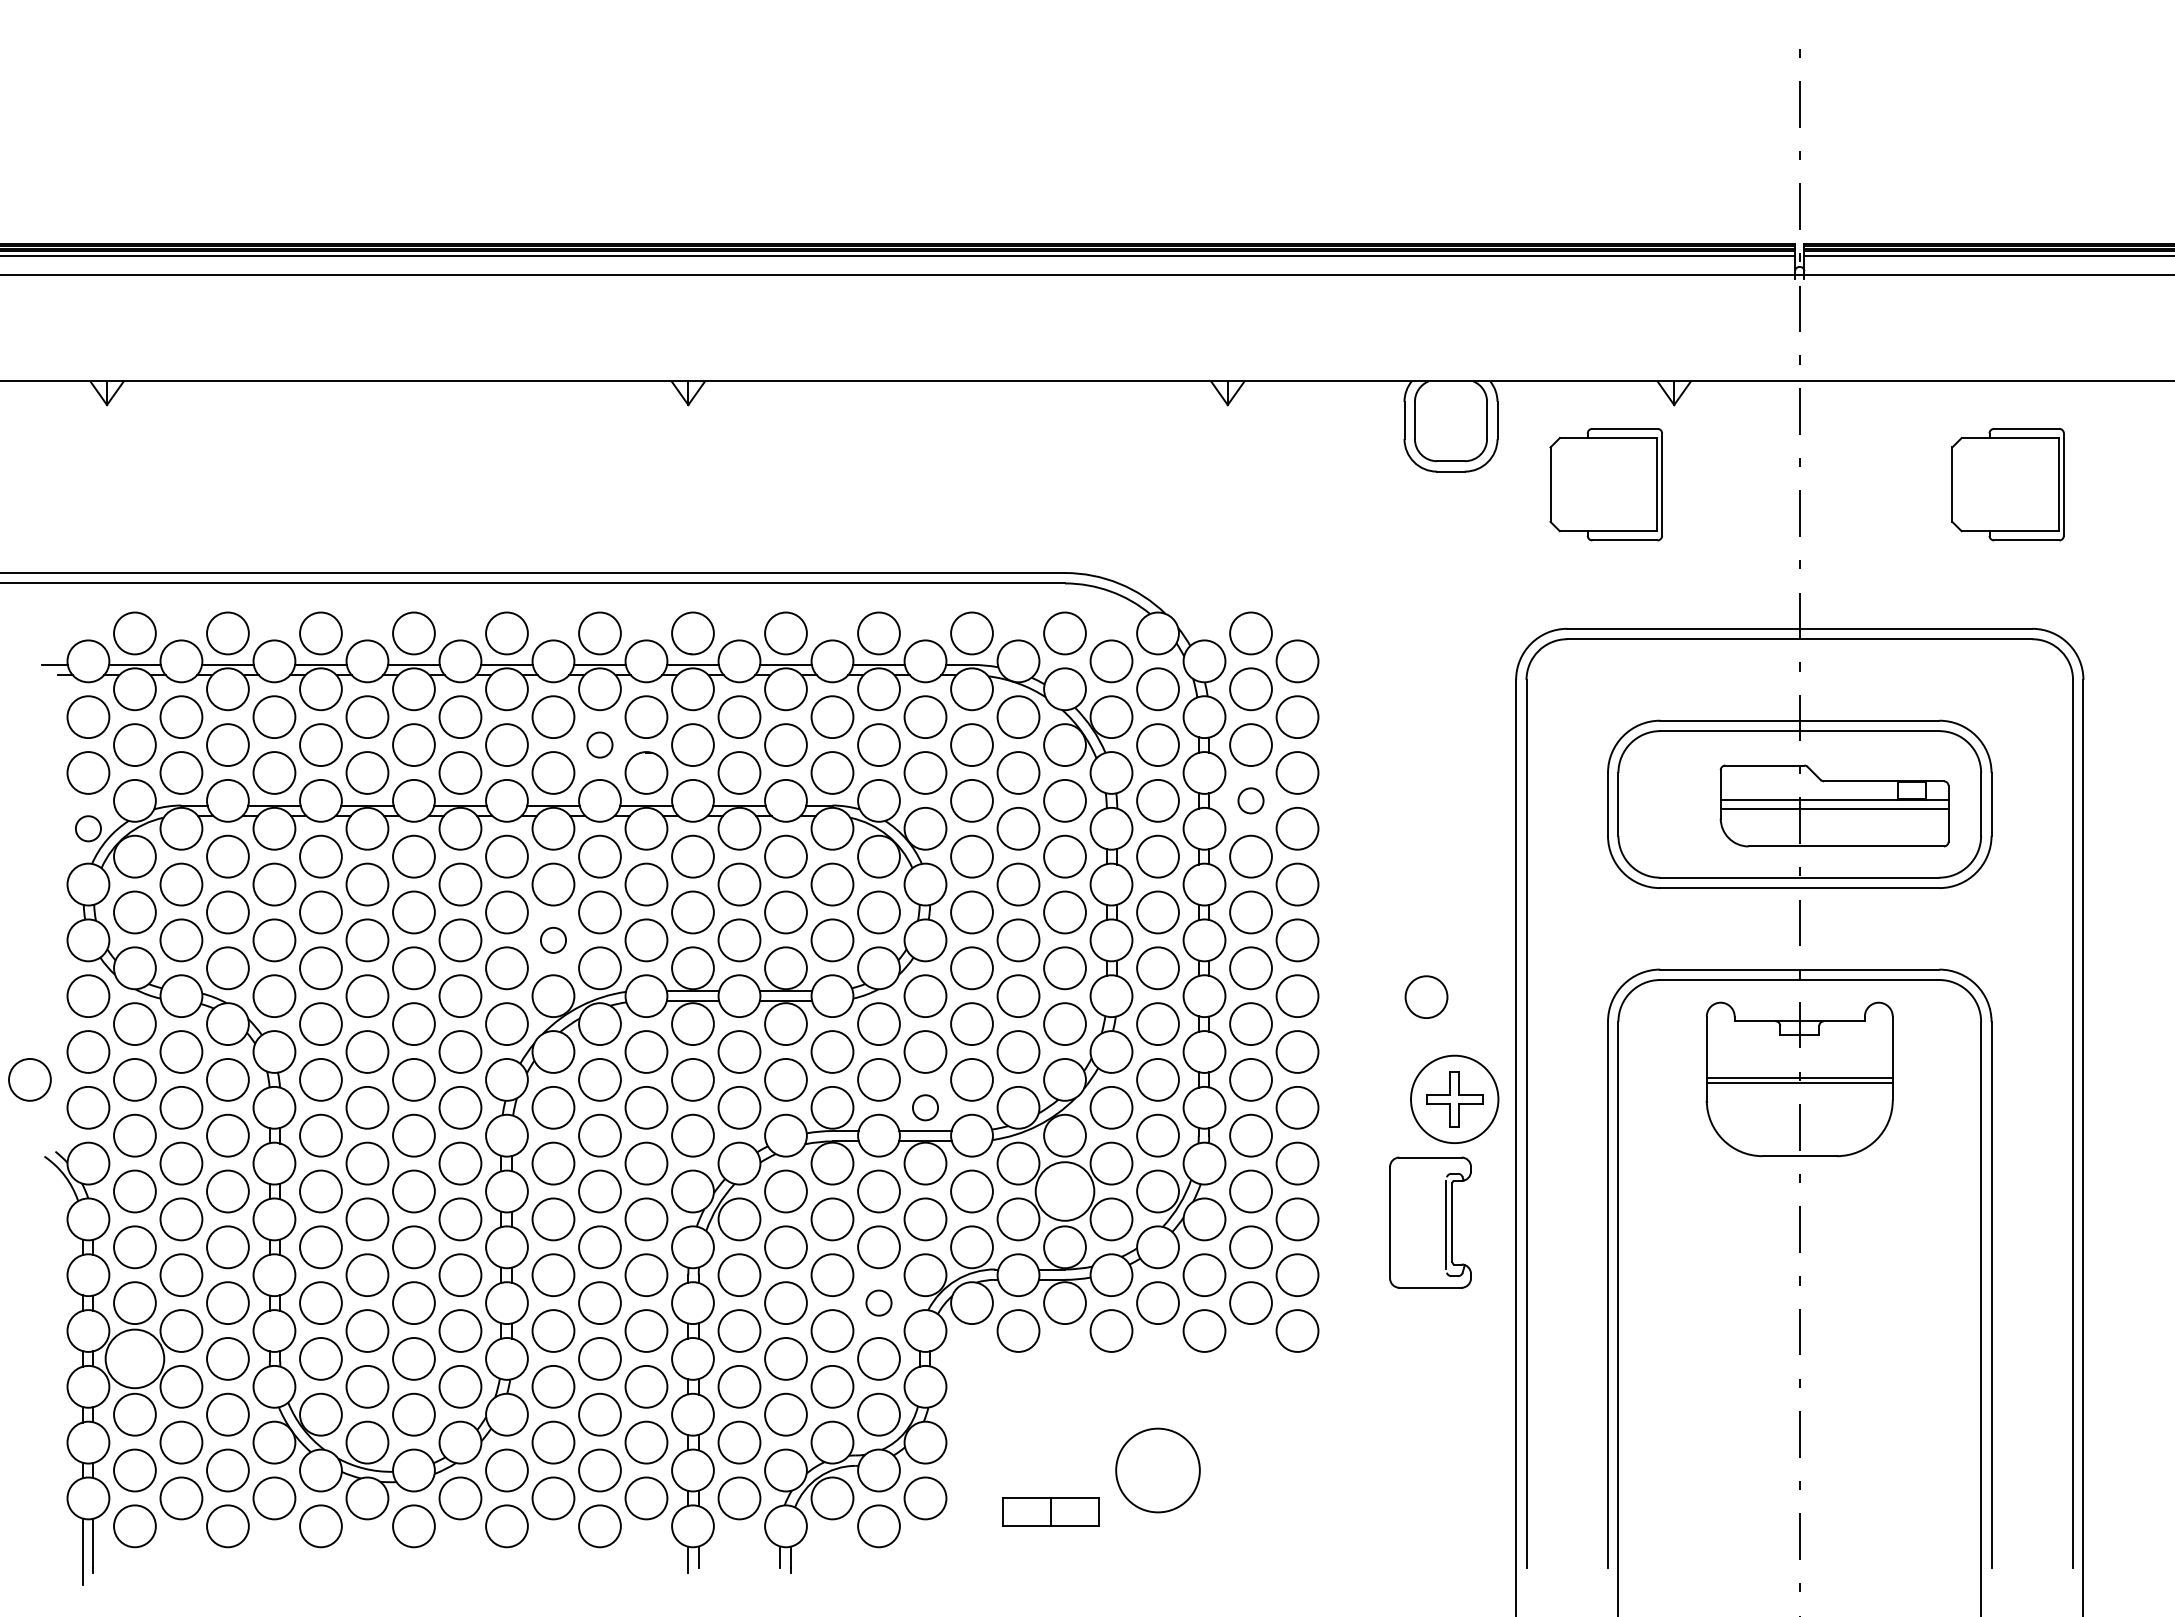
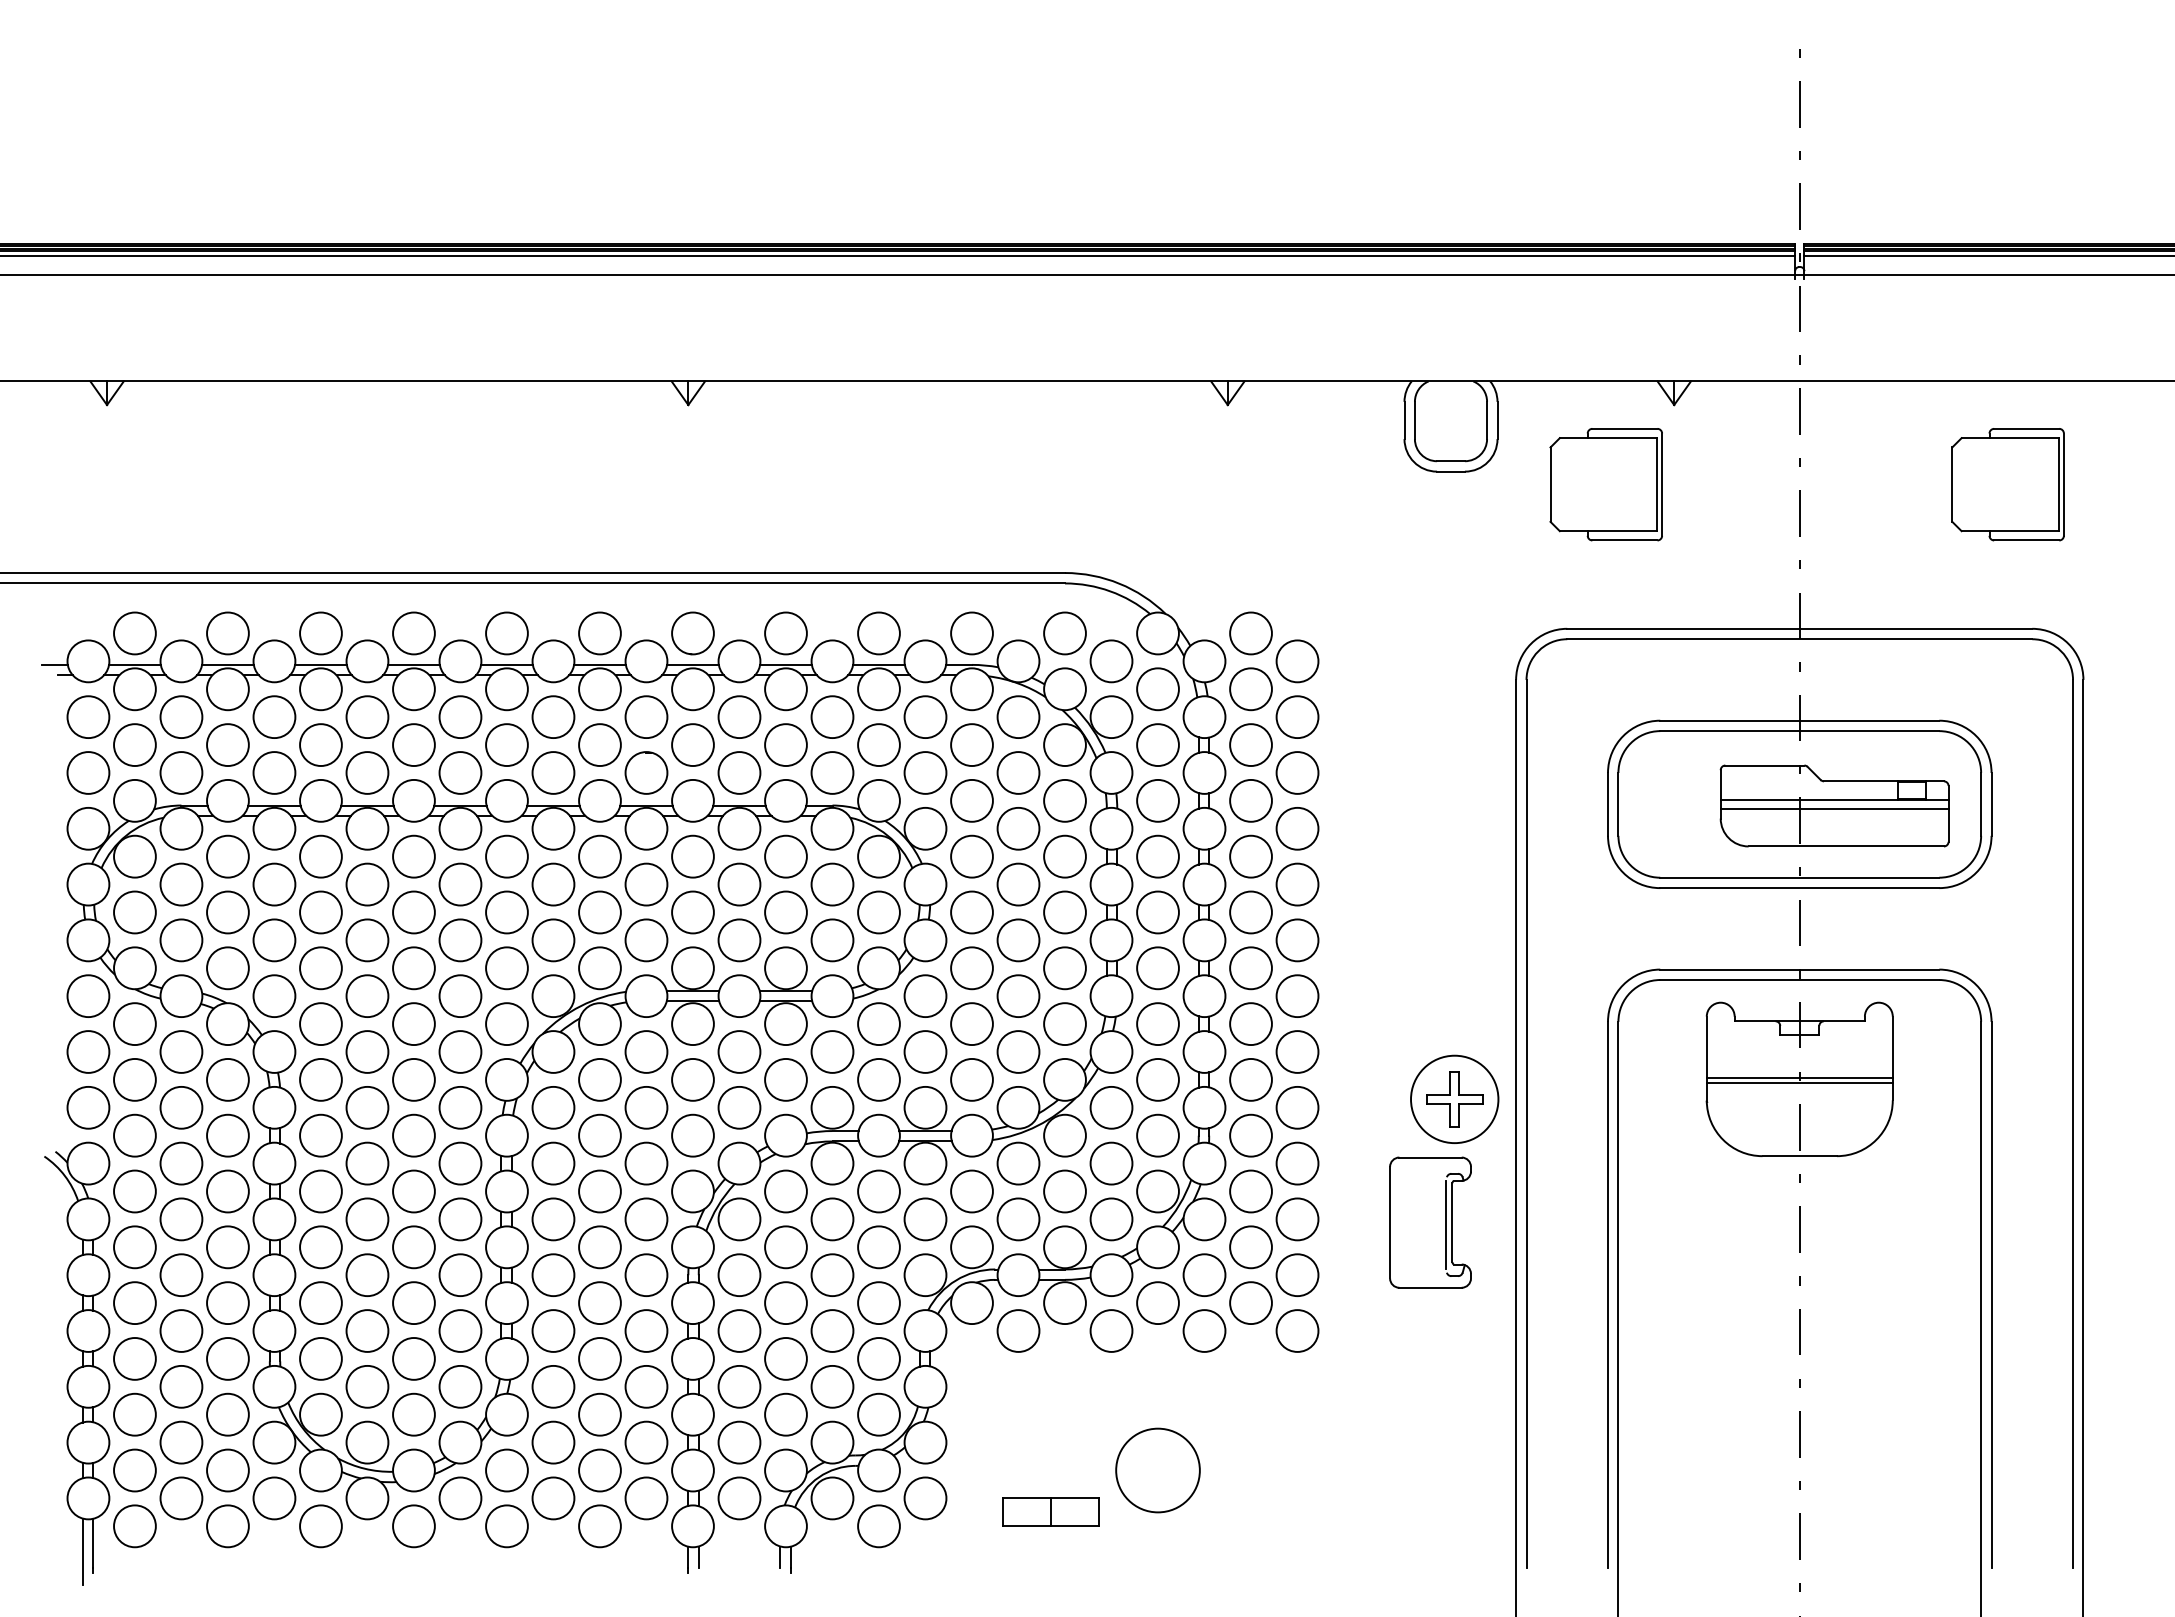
circle at (599, 744) diameter: 25 px -> 42 px
circle at (1250, 800) diameter: 25 px -> 42 px
circle at (88, 828) diameter: 25 px -> 42 px
circle at (553, 939) diameter: 25 px -> 42 px
circle at (1426, 996): present -> none
circle at (29, 1079): present -> none
circle at (925, 1107) diameter: 25 px -> 42 px
circle at (1064, 1191) diameter: 59 px -> 42 px
circle at (878, 1302) diameter: 25 px -> 42 px
circle at (134, 1358) diameter: 59 px -> 42 px
